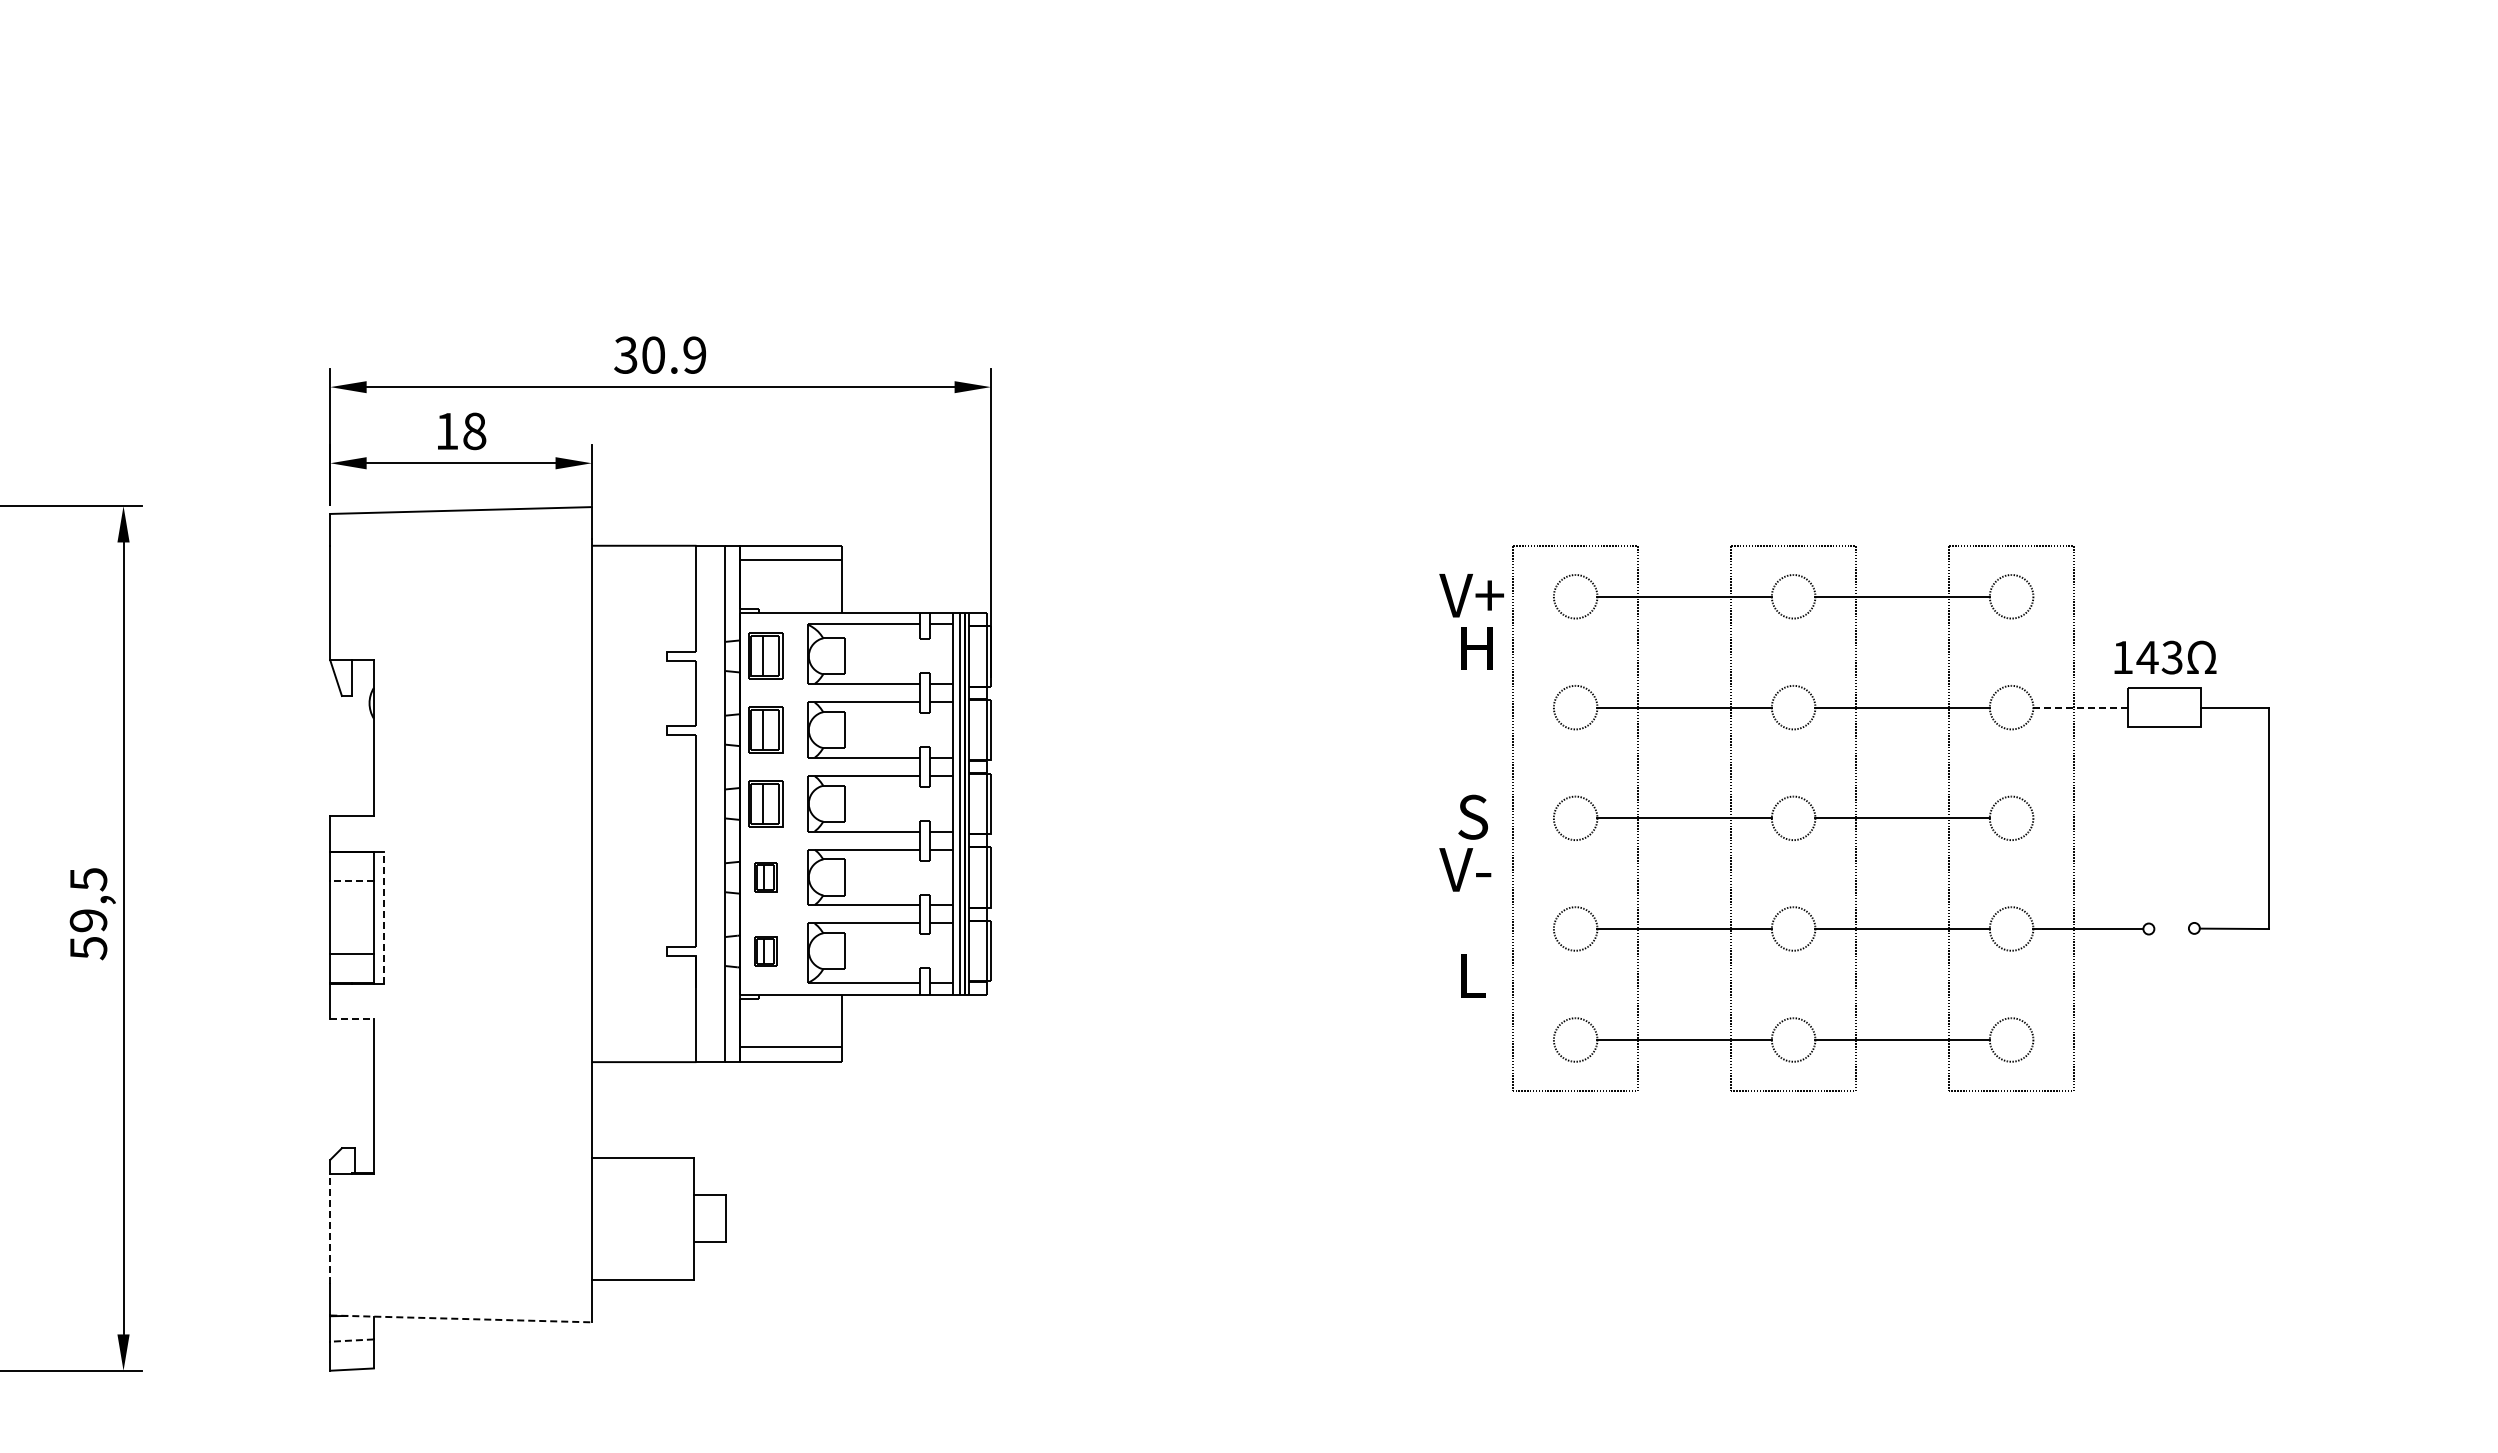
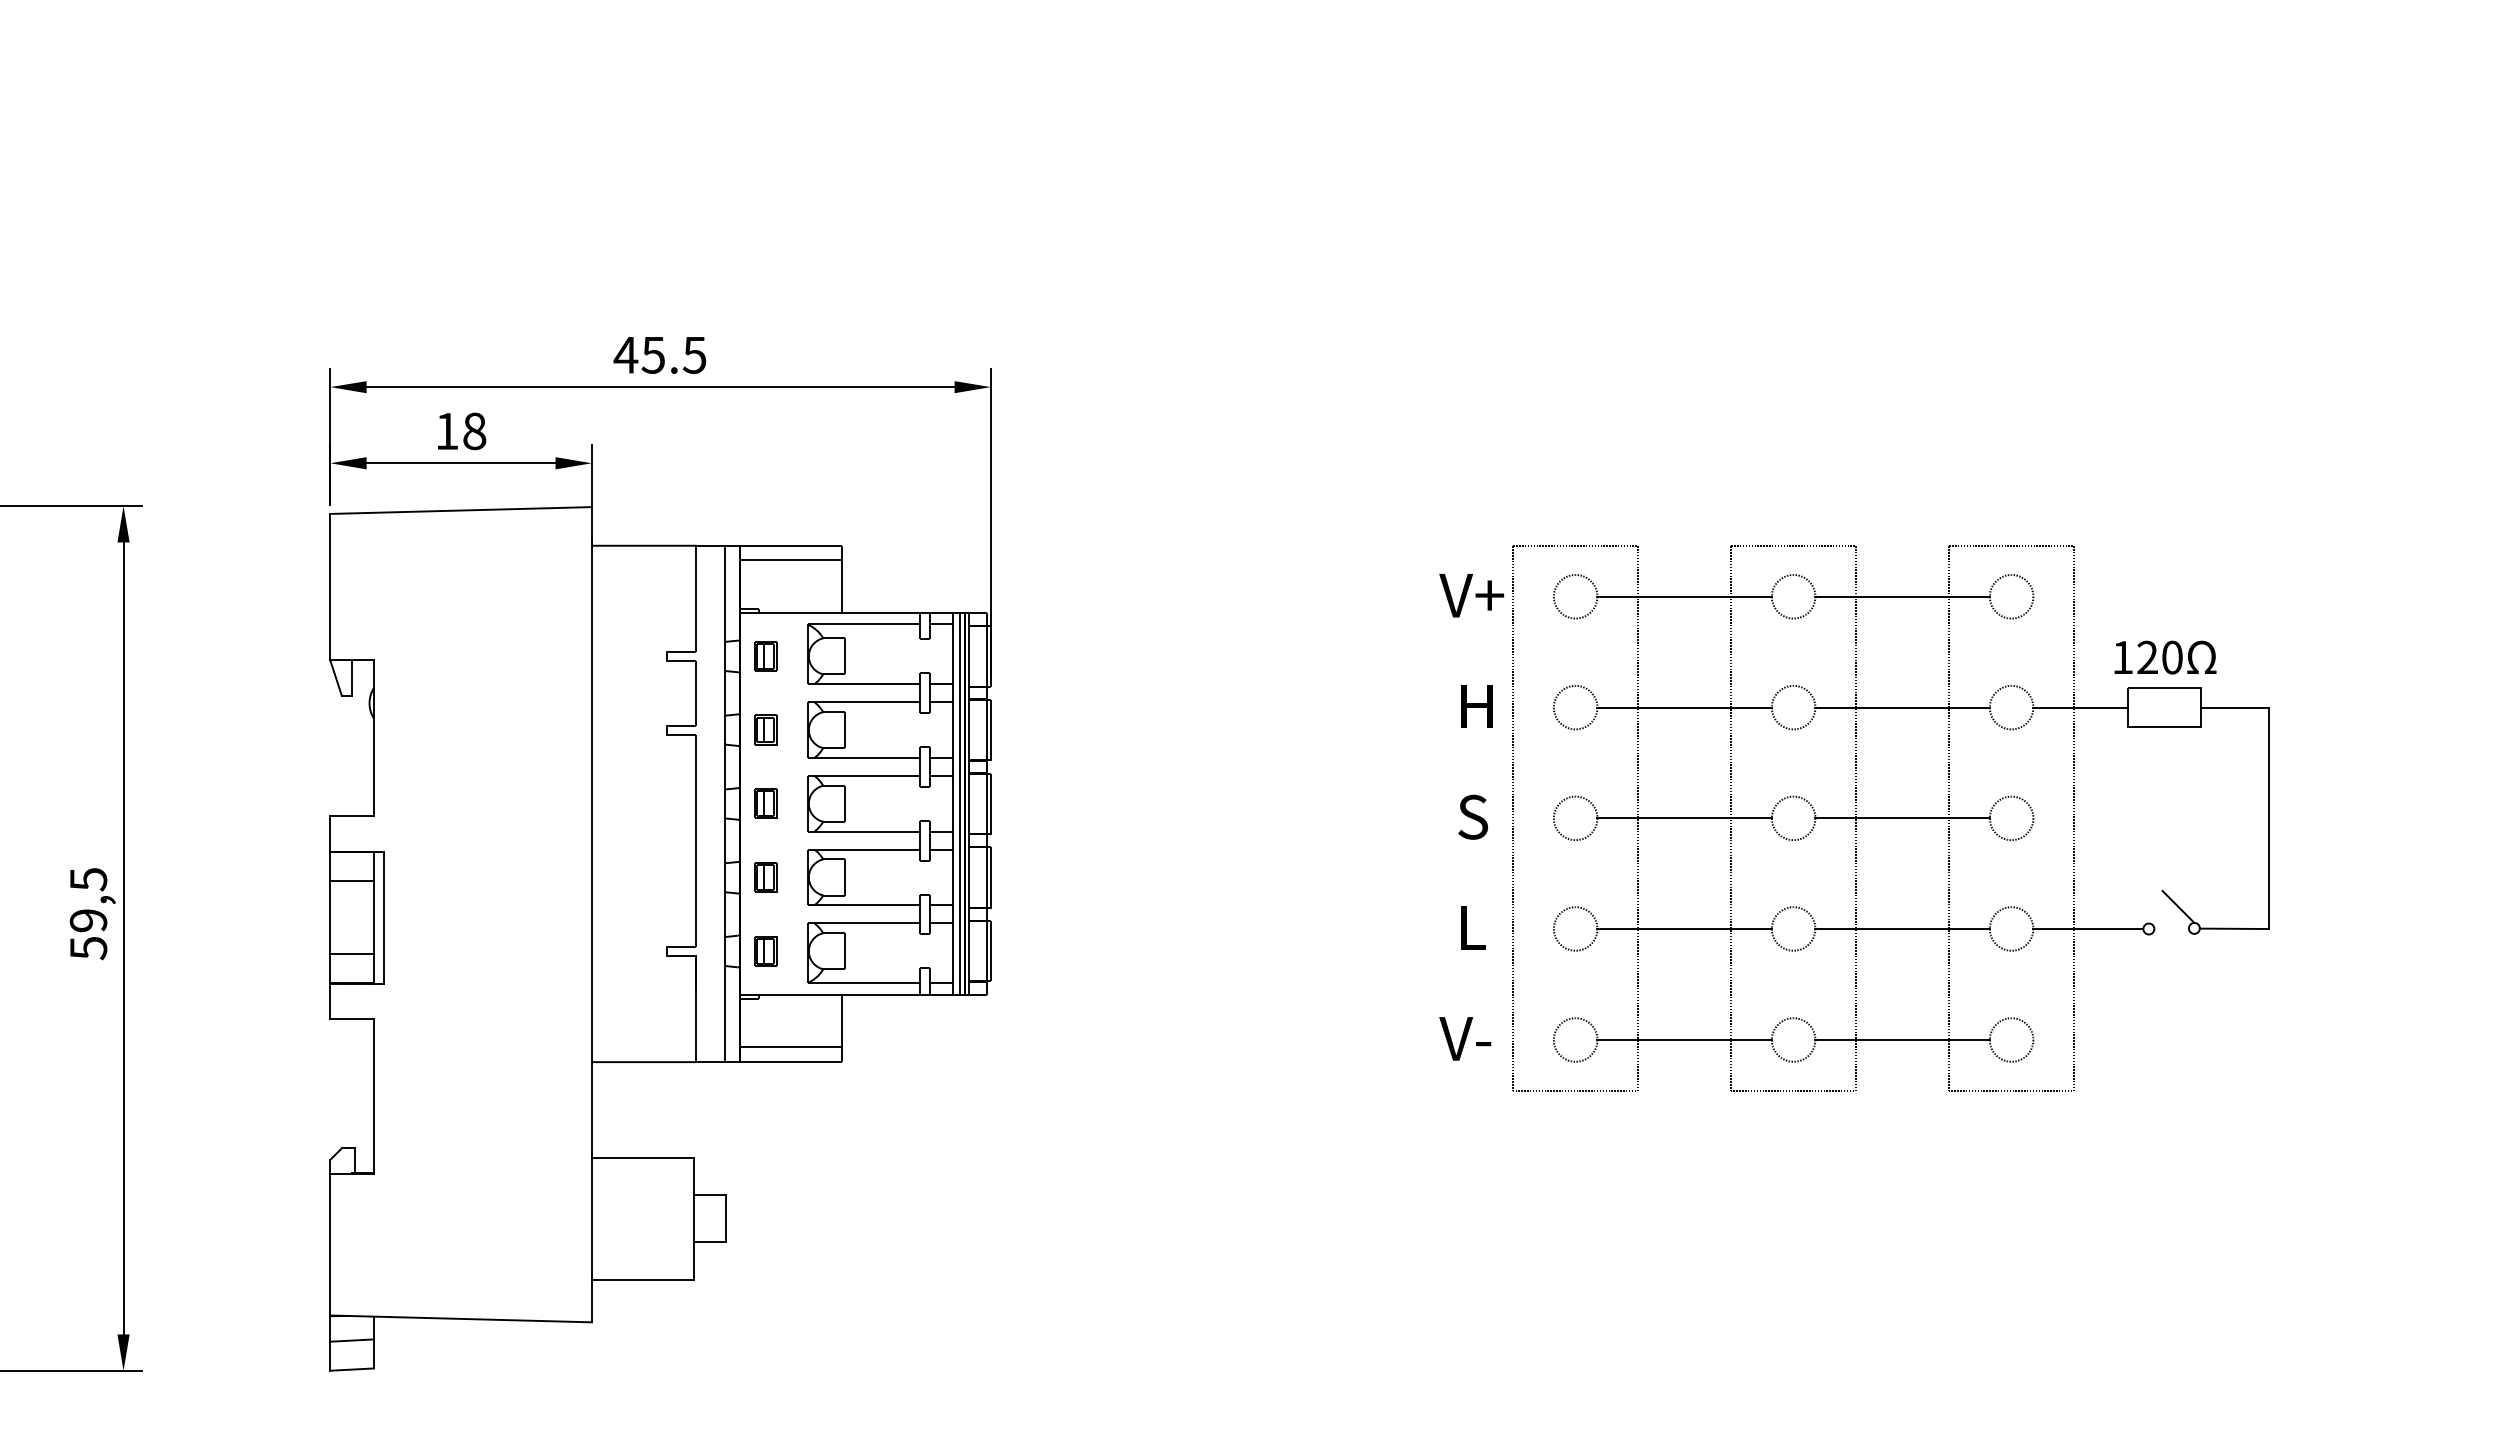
text at (659, 354): 30.9 -> 45.5
text at (1476, 648) position: (1476, 648) -> (1476, 706)
part at (765, 655) size: 36x48 px -> 24x31 px
text at (2159, 657): 143 -> 120
line at (2081, 707): dashed -> solid
part at (765, 729) size: 36x48 px -> 24x32 px
part at (765, 803) size: 36x48 px -> 24x31 px
text at (1465, 869) position: (1465, 869) -> (1465, 1038)
line at (352, 881): dashed -> solid
line at (2178, 906): none -> present
line at (384, 917): dashed -> solid
text at (1473, 975) position: (1473, 975) -> (1473, 927)
line at (352, 1019): dashed -> solid
line at (330, 1228): dashed -> solid
line at (461, 1318): dashed -> solid
line at (352, 1340): dashed -> solid
